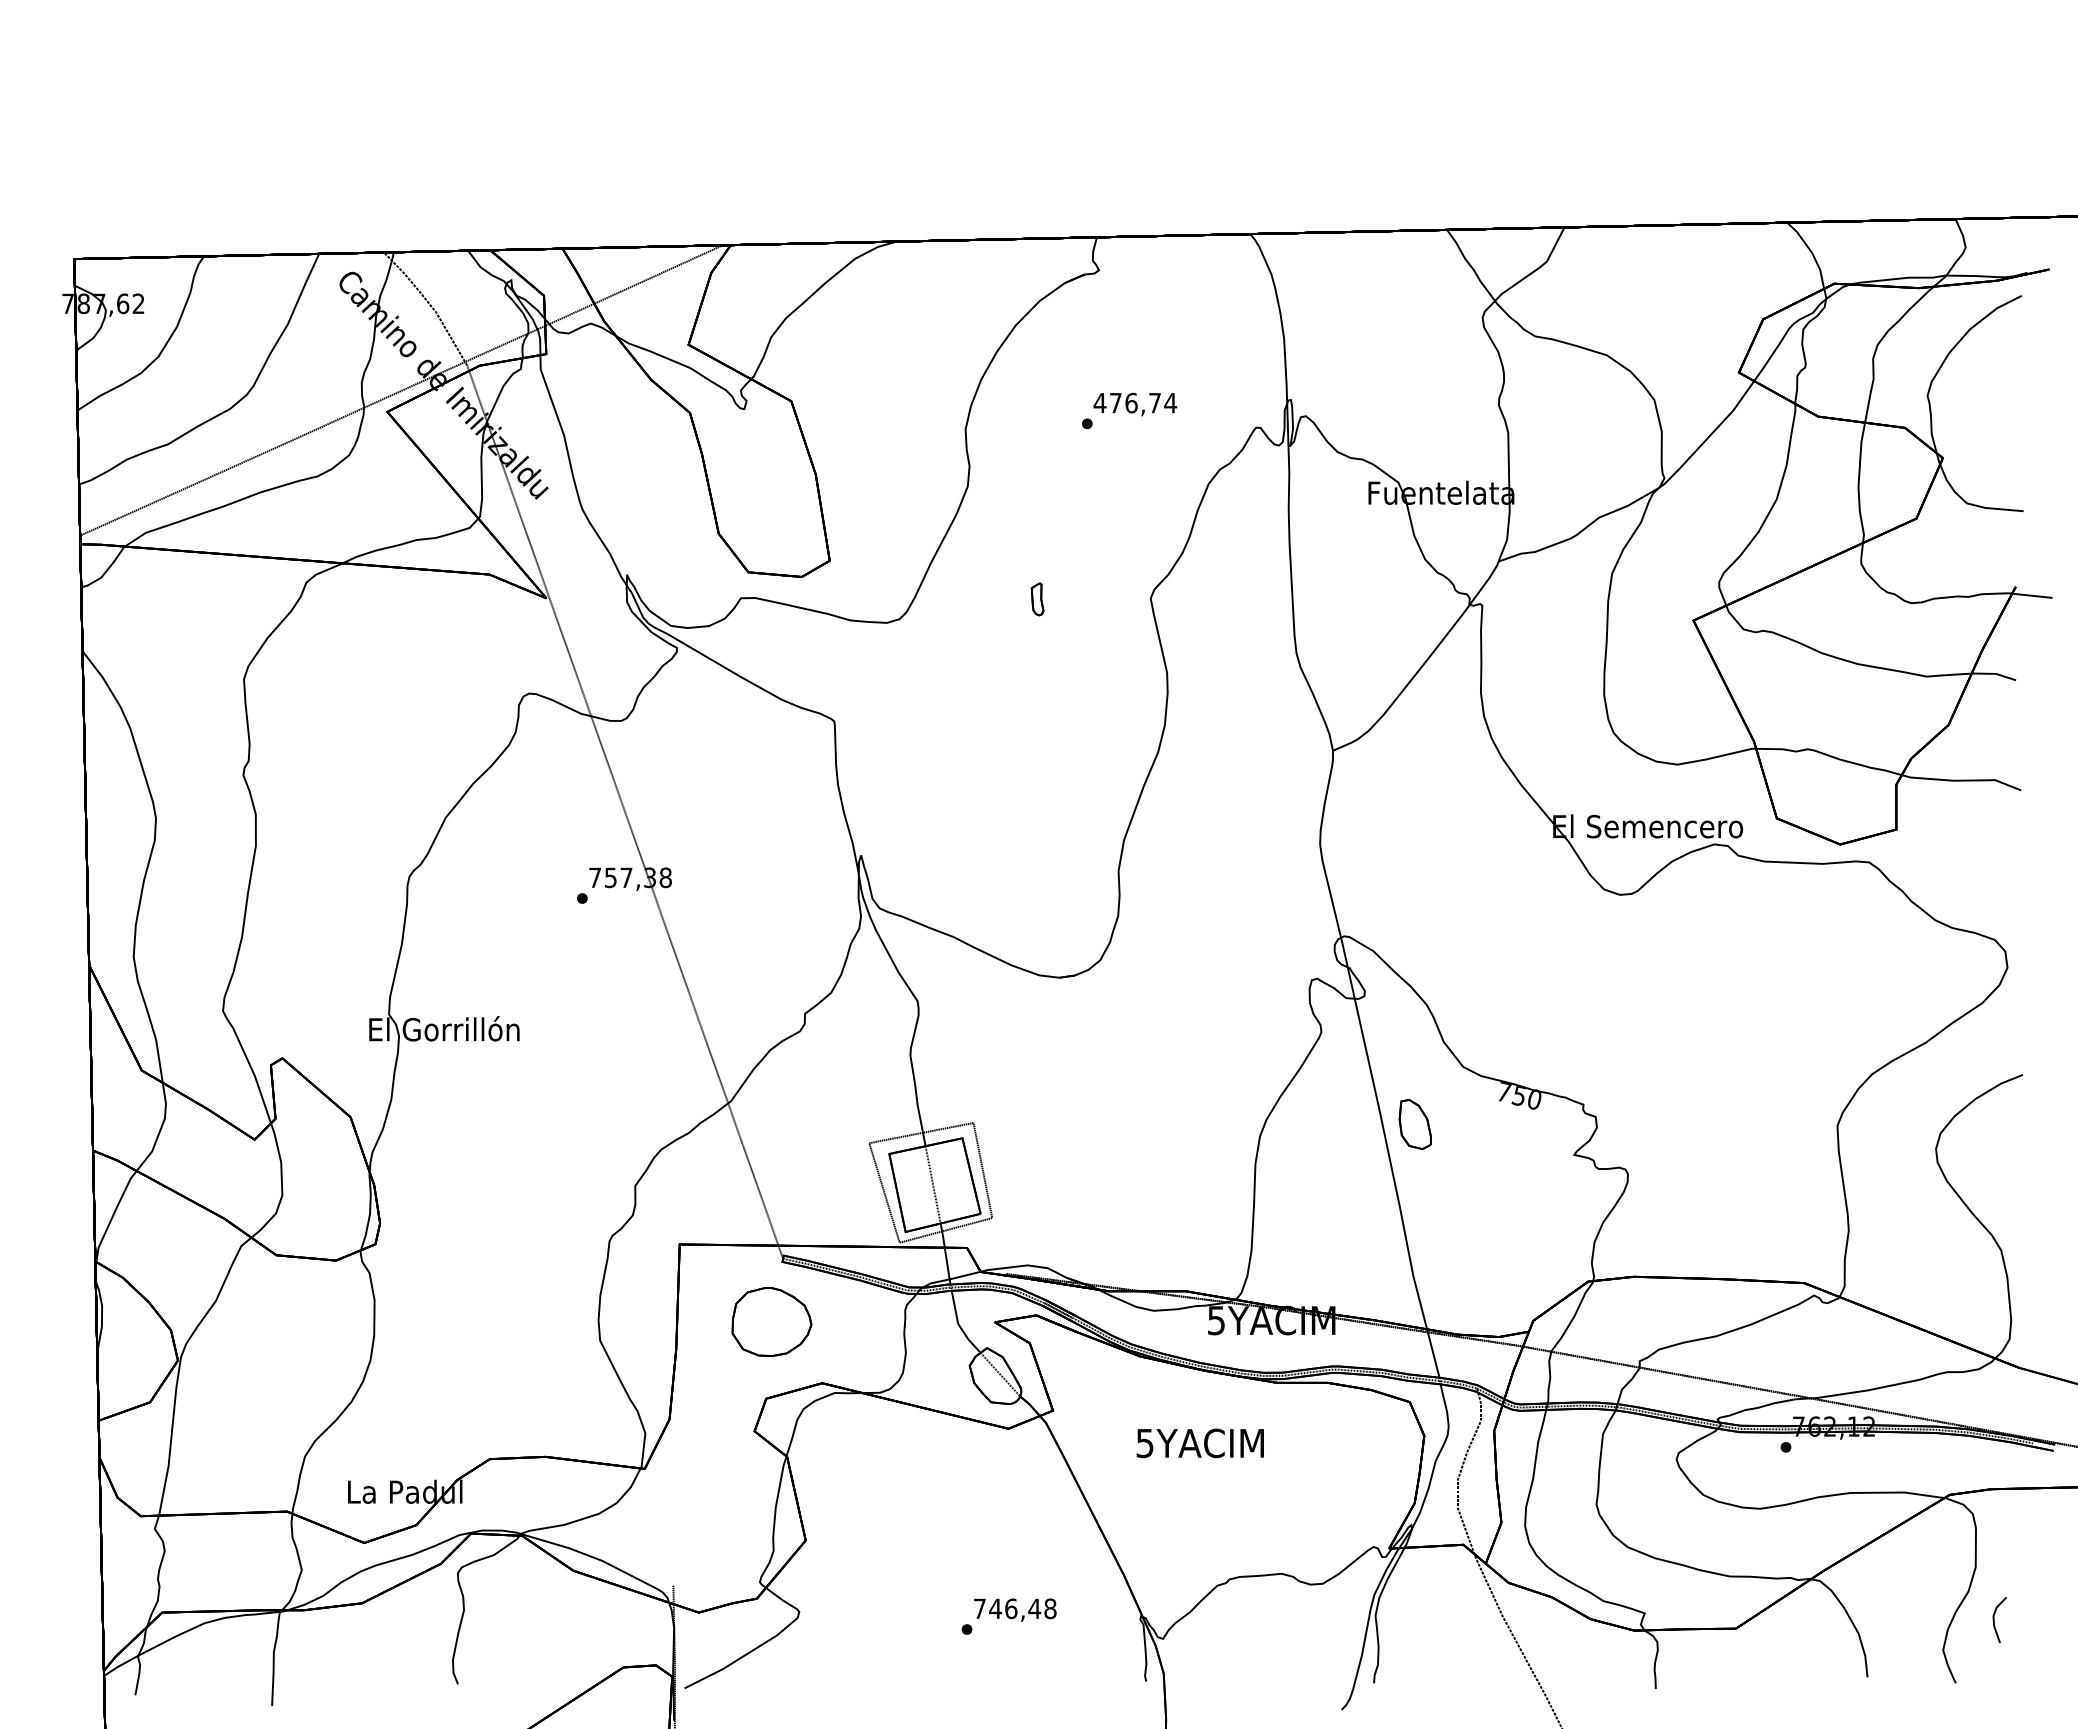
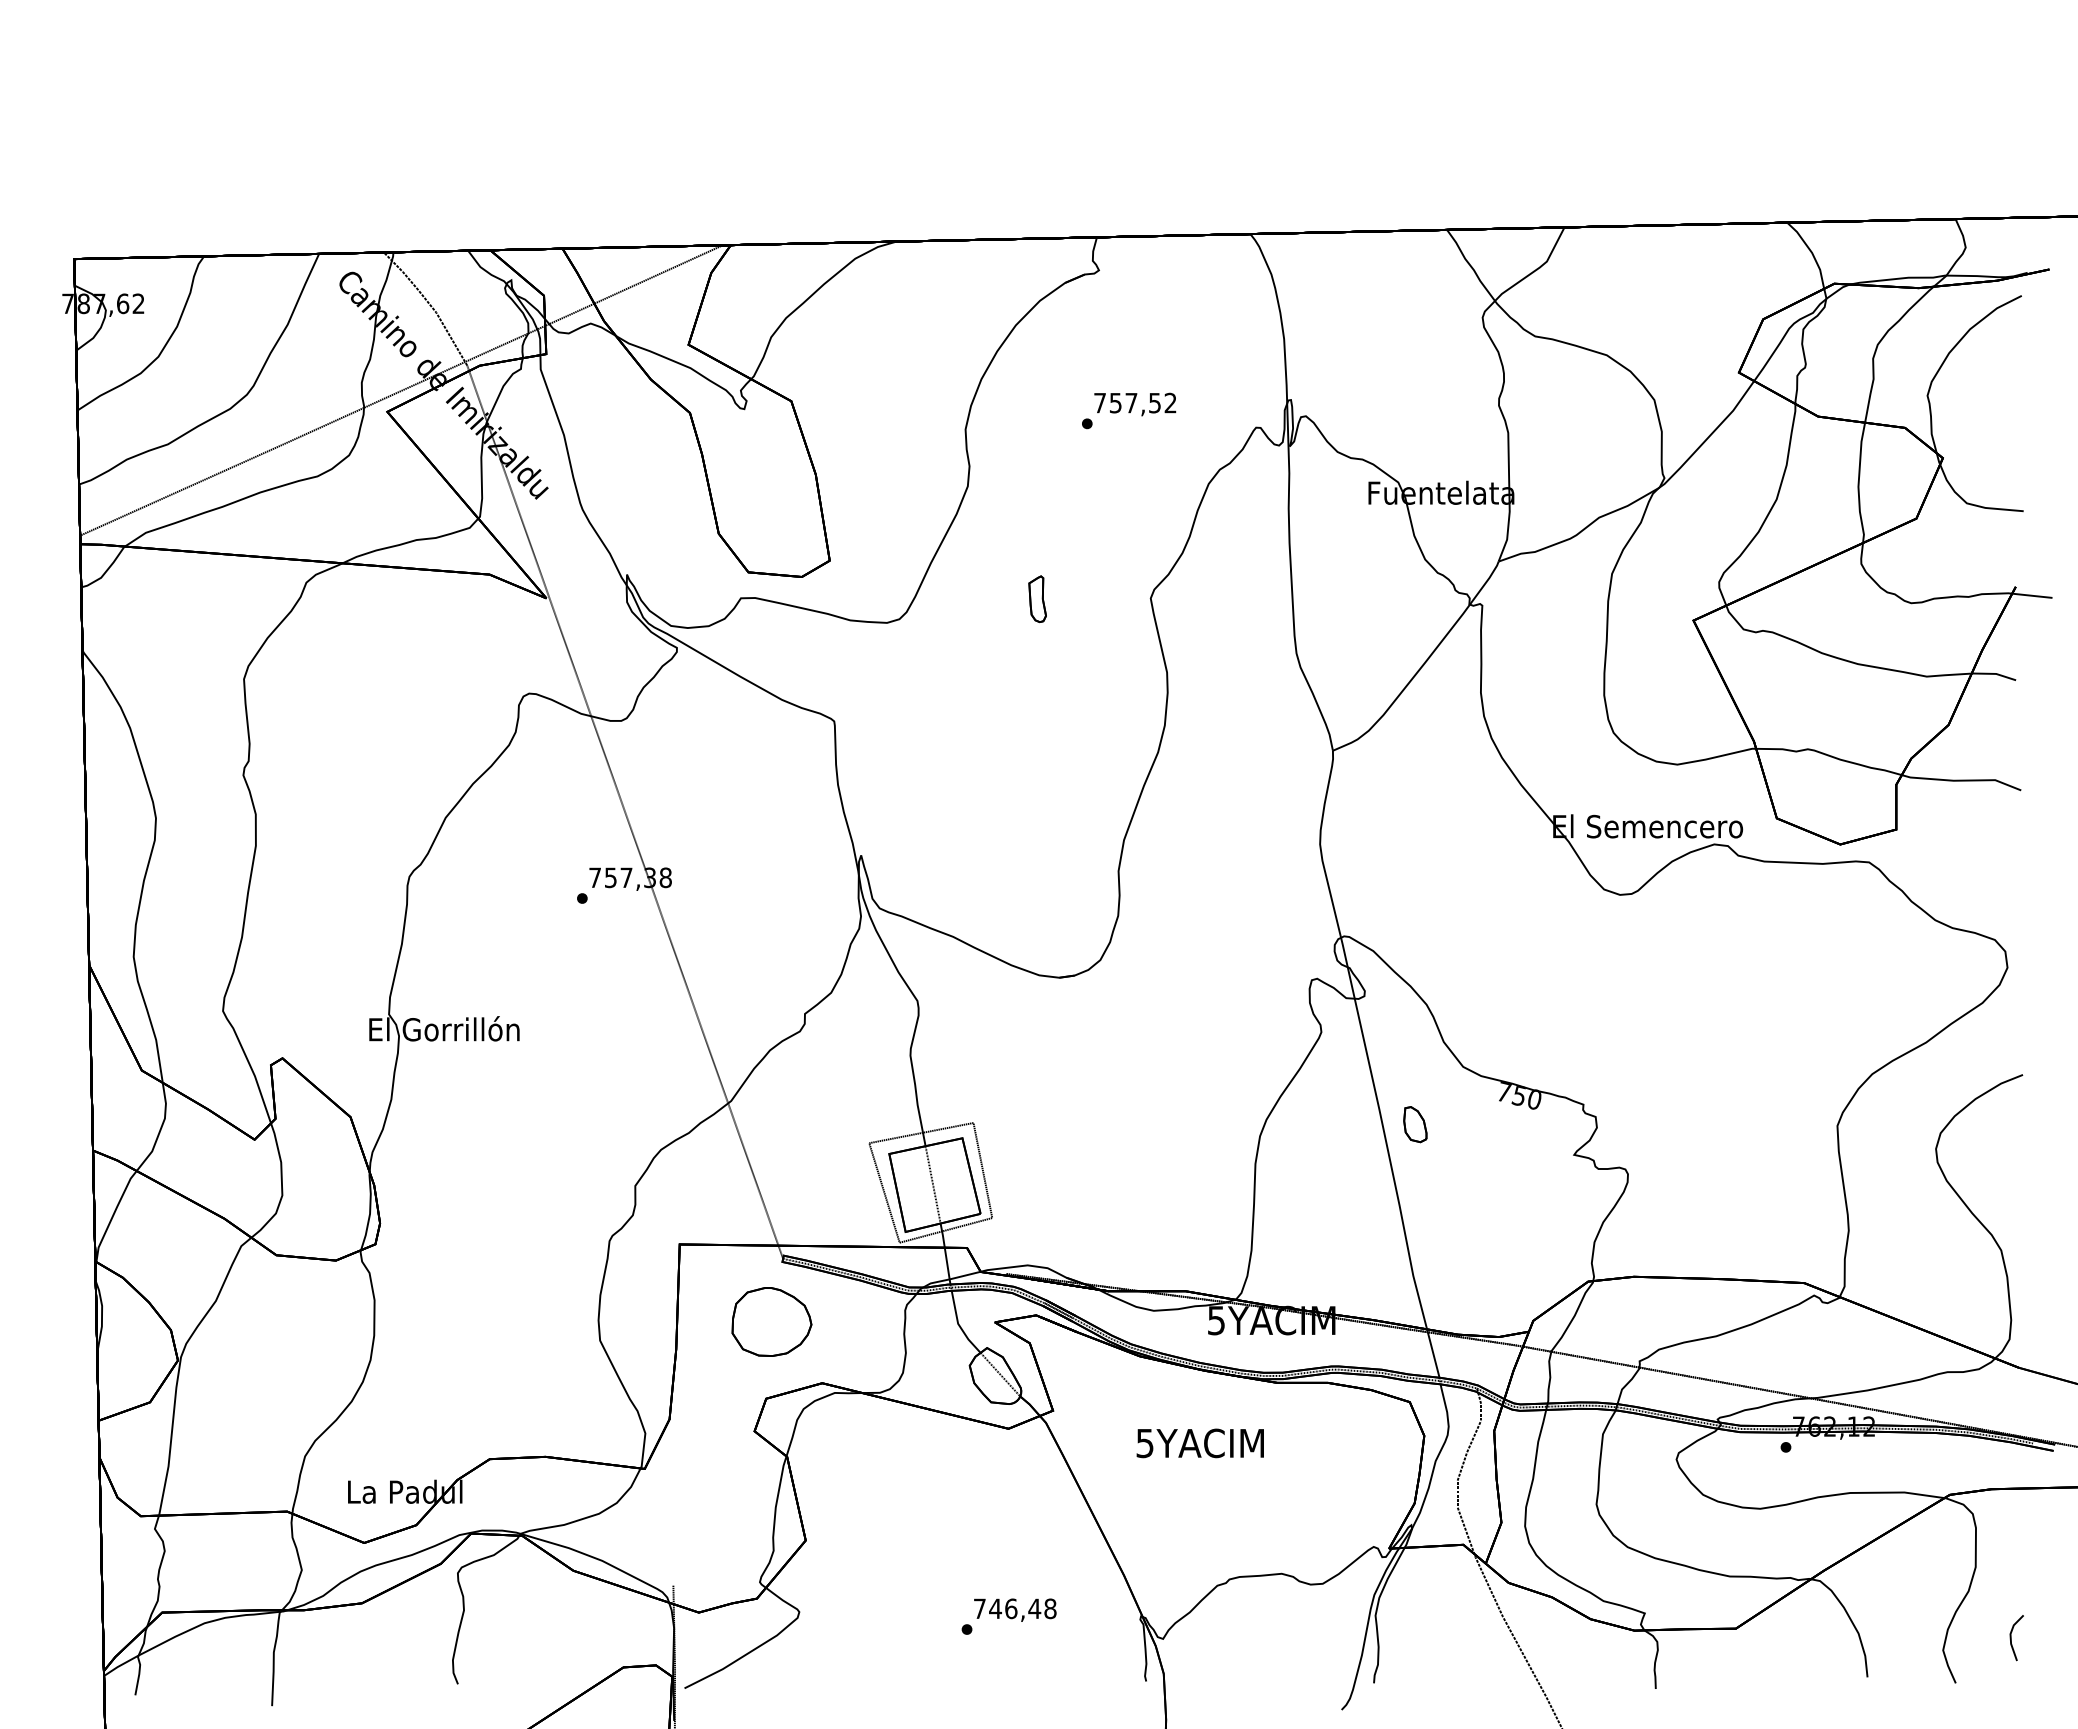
text at (1135, 402): 476,74 -> 757,52
part at (1037, 599) size: 15x35 px -> 19x49 px
part at (1414, 1124) size: 34x51 px -> 25x38 px
line at (1994, 1620) position: (1994, 1620) -> (2011, 1638)
